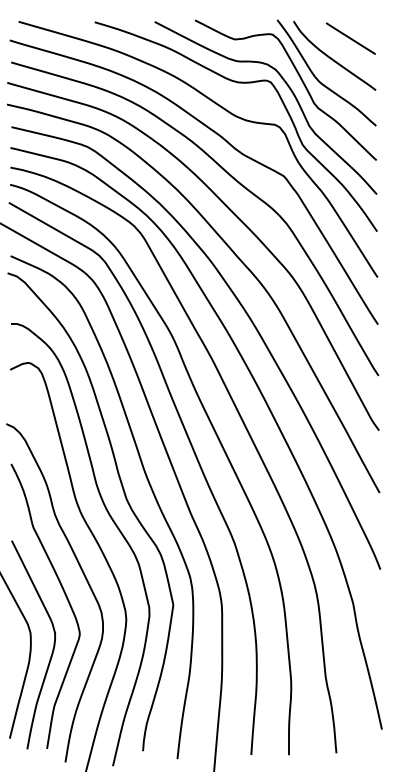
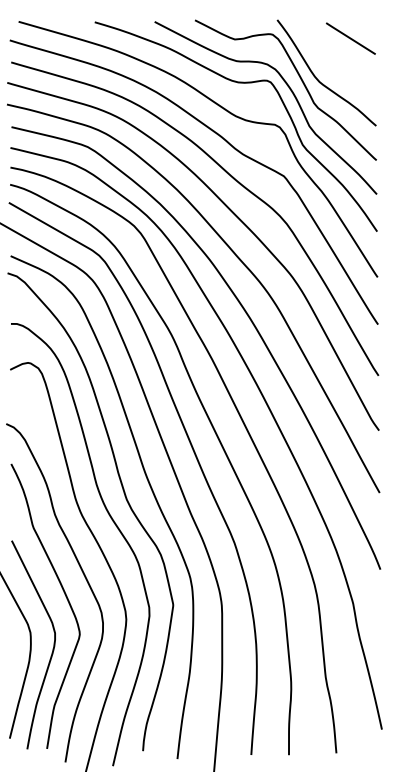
curve at (331, 57): present -> none
